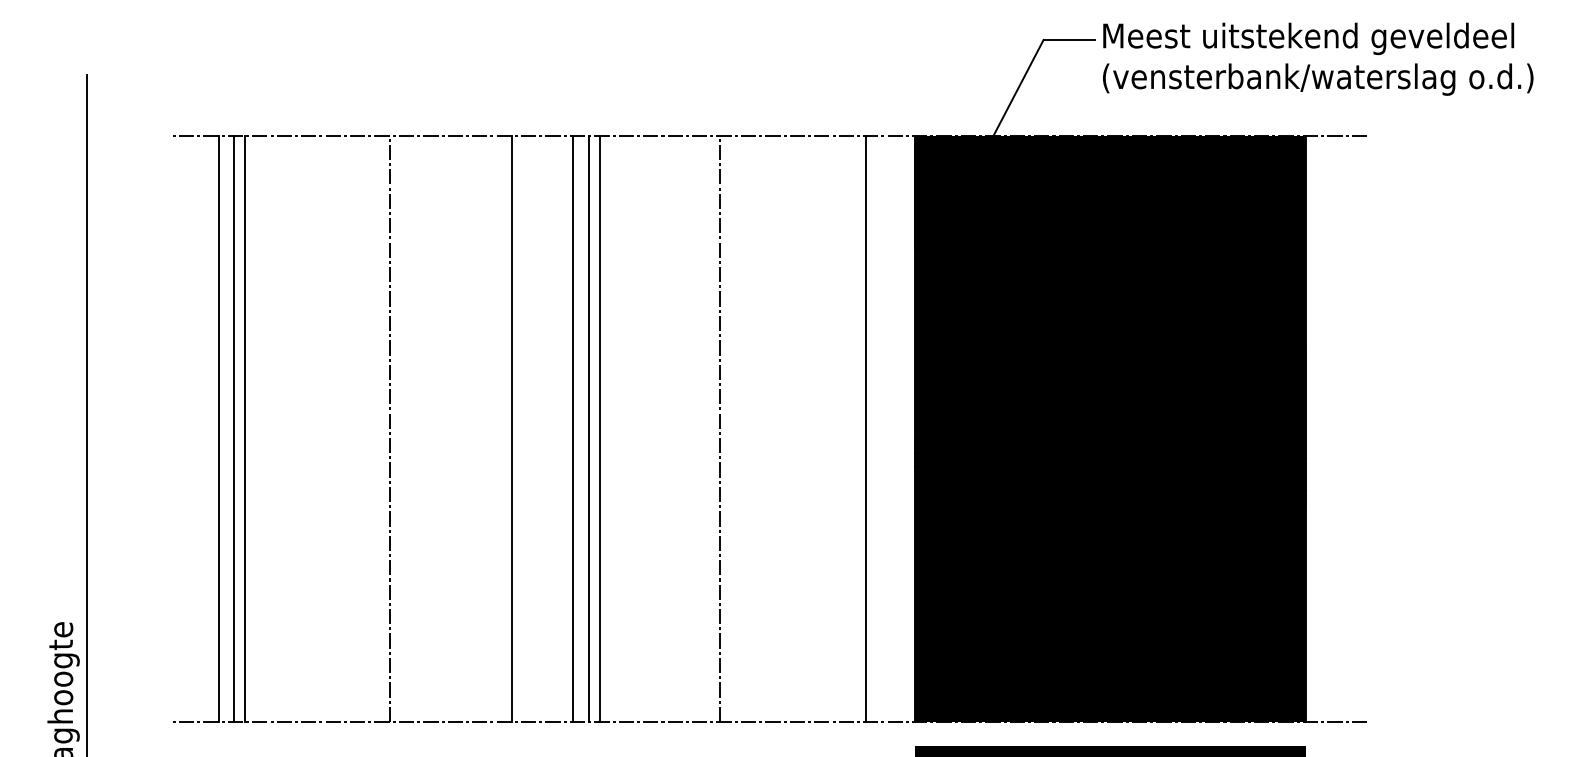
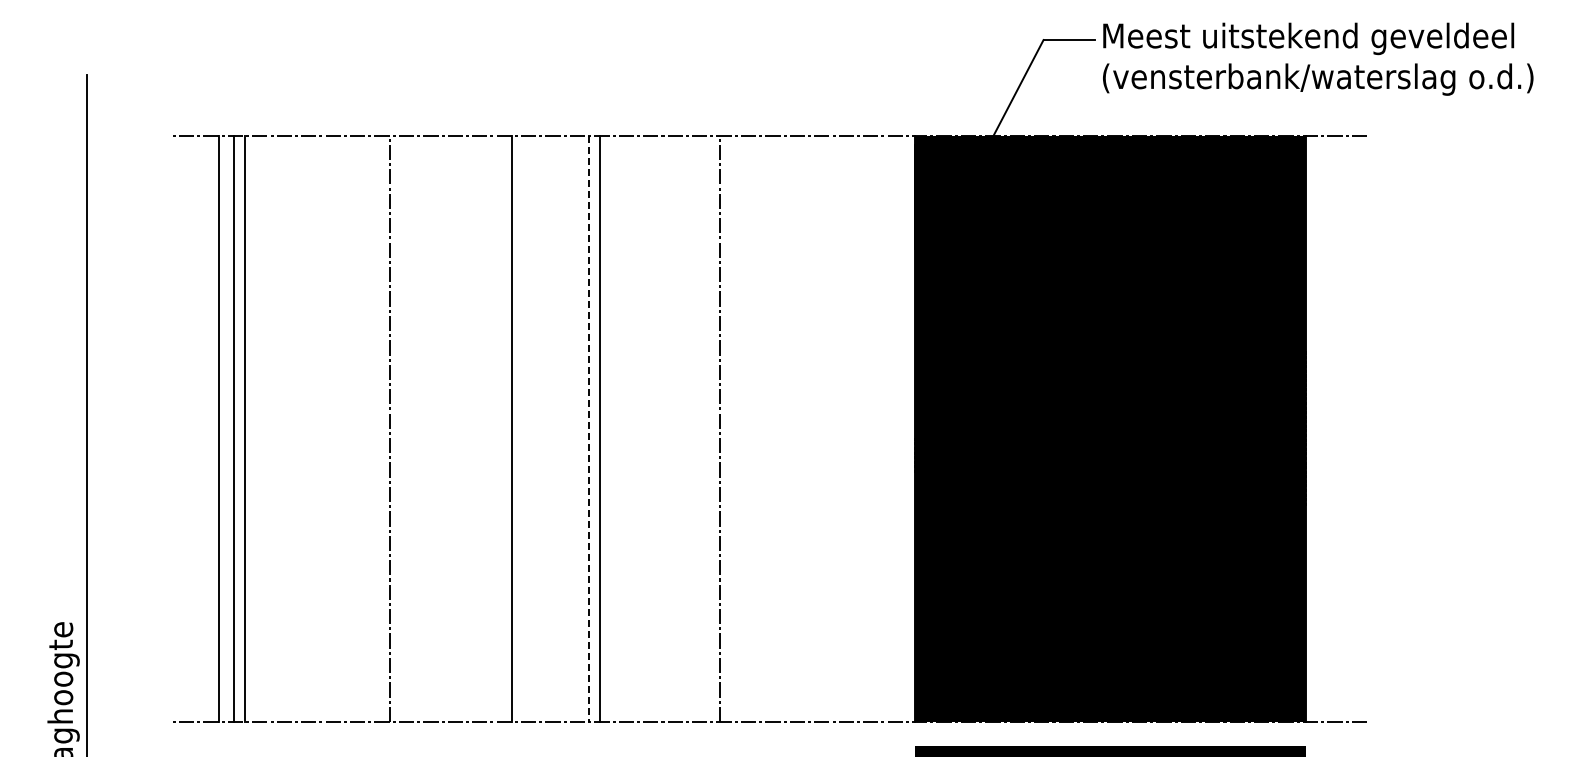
line at (572, 428): present -> none
line at (866, 428): present -> none
line at (588, 429): solid -> dashed
